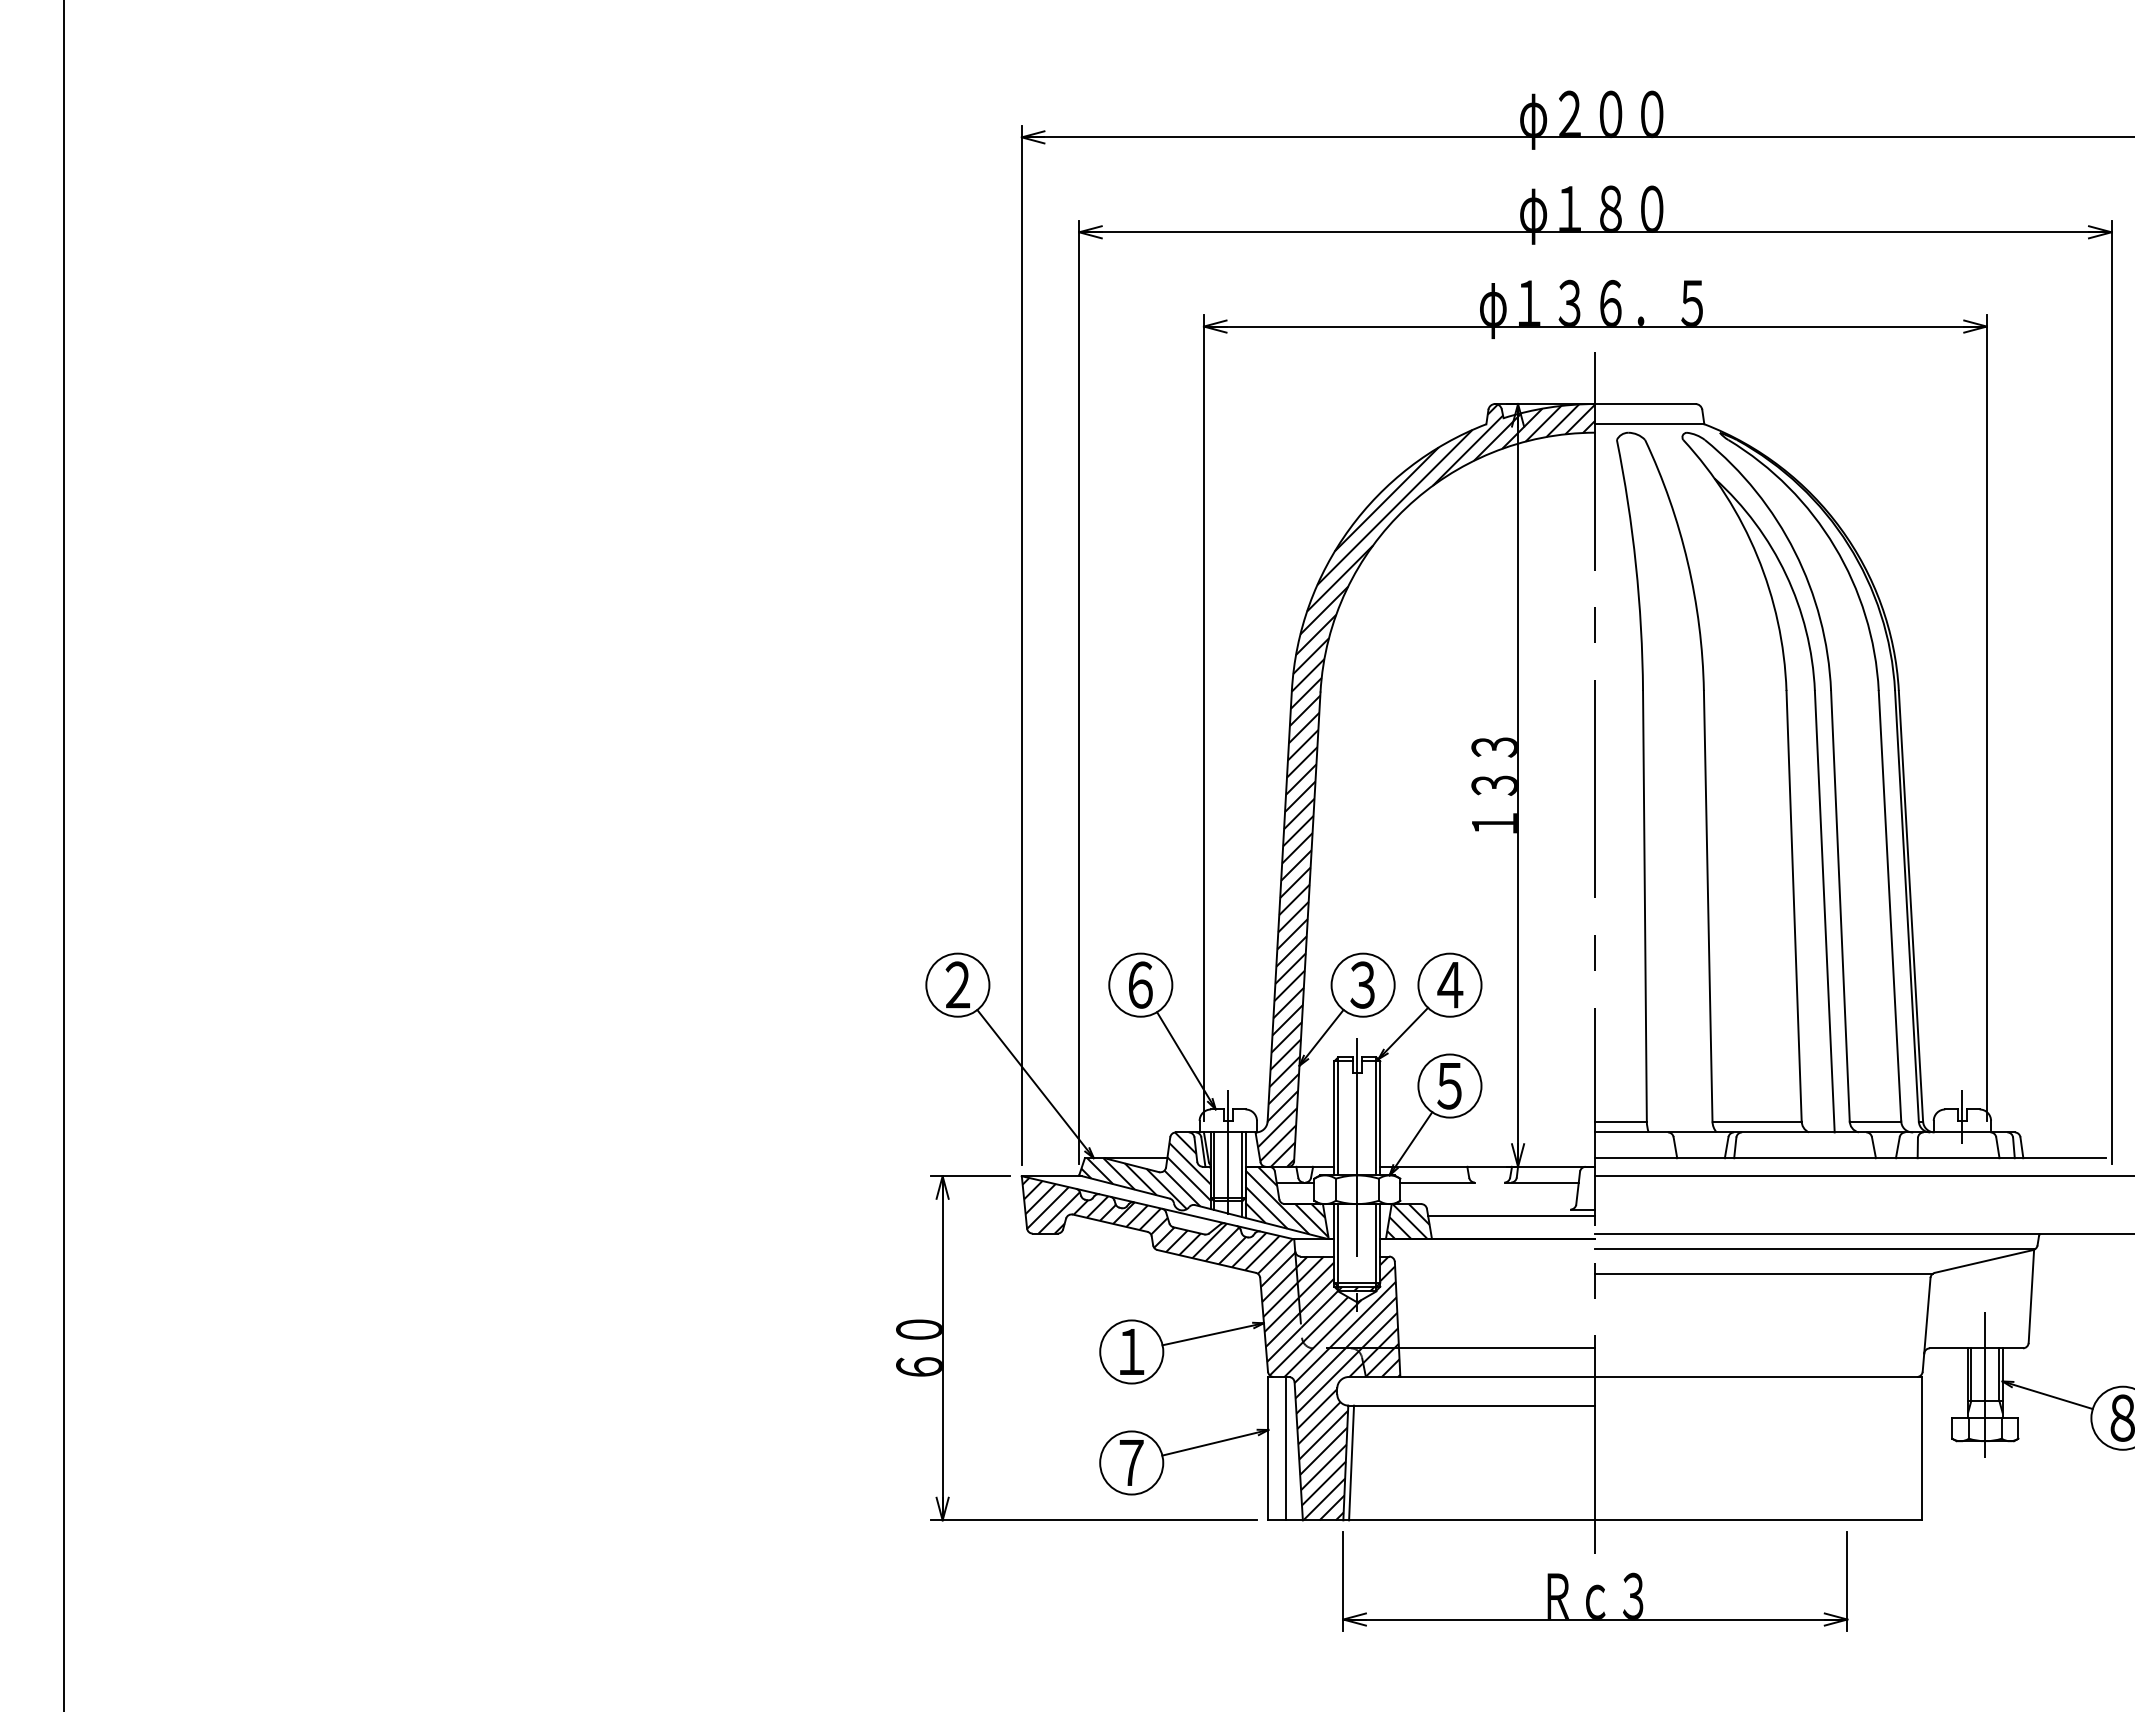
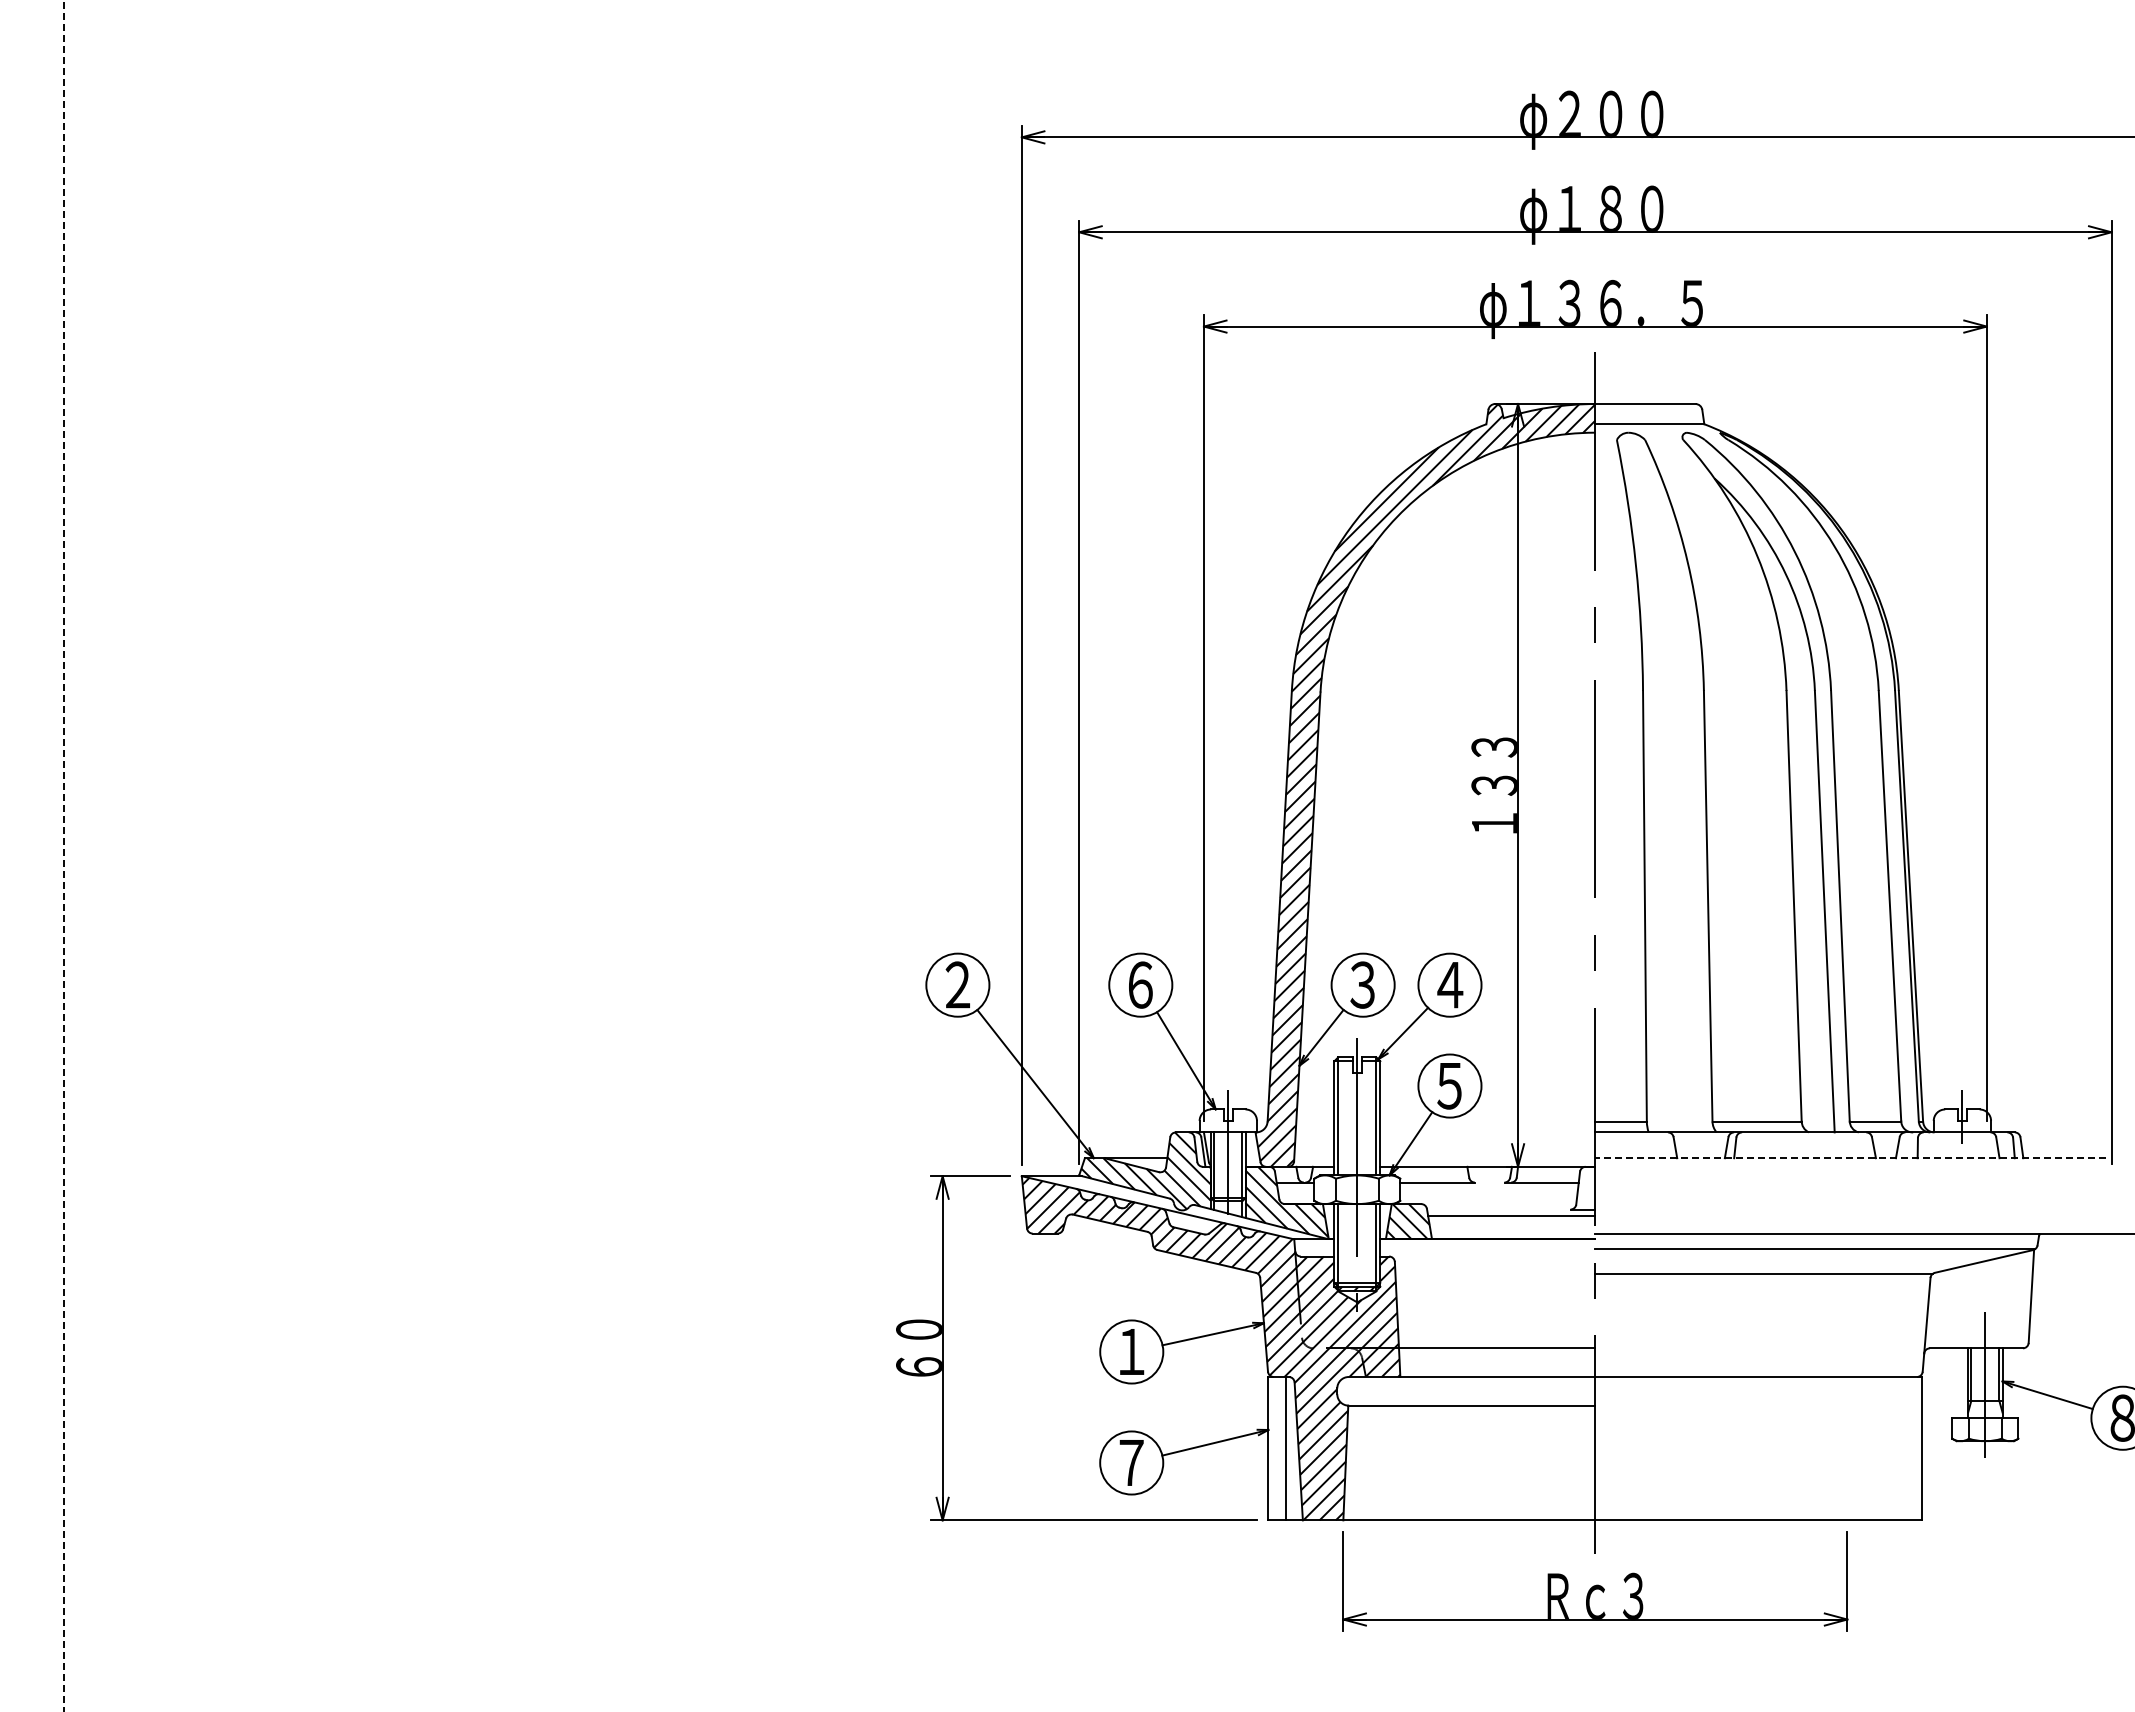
line at (64, 855): solid -> dashed
line at (1850, 1158): solid -> dashed
line at (1863, 1176): present -> none
line at (1351, 1462): present -> none
